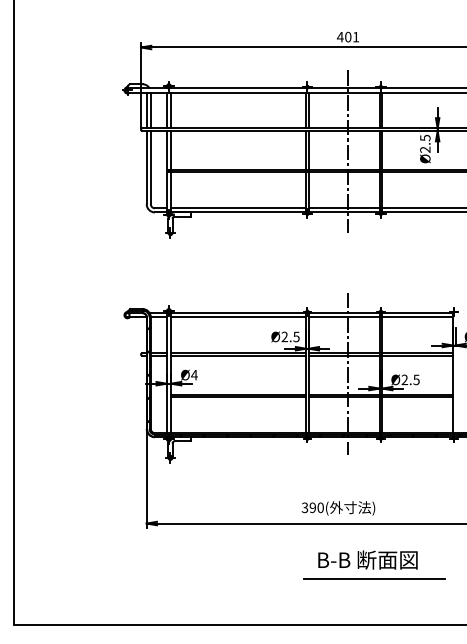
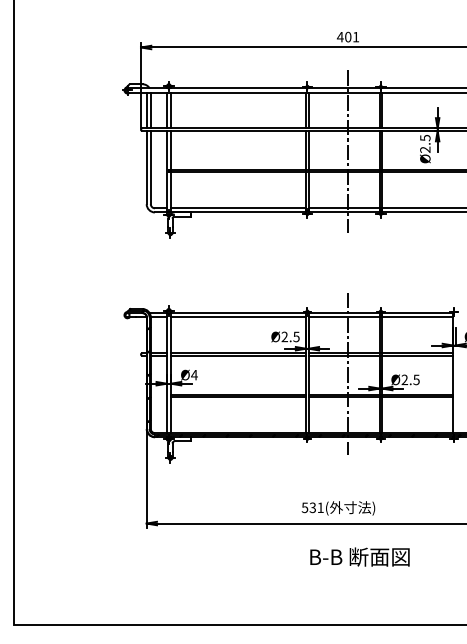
text at (312, 507): 390( -> 531(
text at (367, 559) position: (367, 559) -> (359, 556)
line at (373, 578): present -> none
